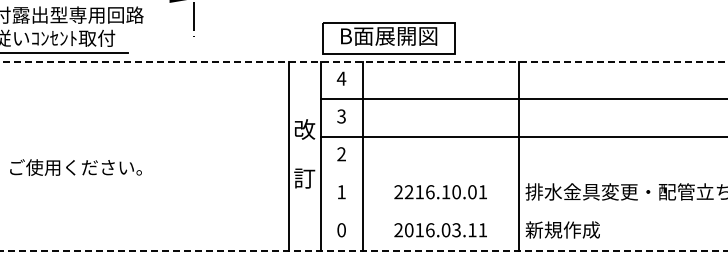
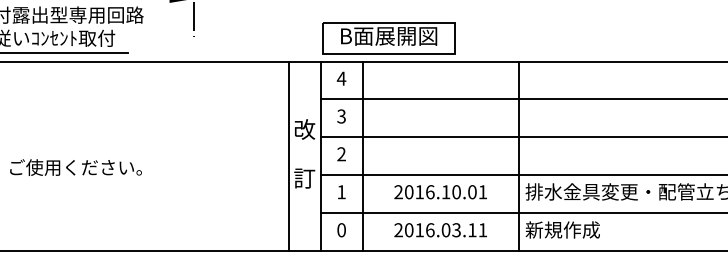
line at (364, 61): dashed -> solid
line at (522, 175): none -> present
text at (408, 192): 2216.10.01 -> 2016.10.01
line at (522, 213): none -> present
line at (363, 251): dashed -> solid
